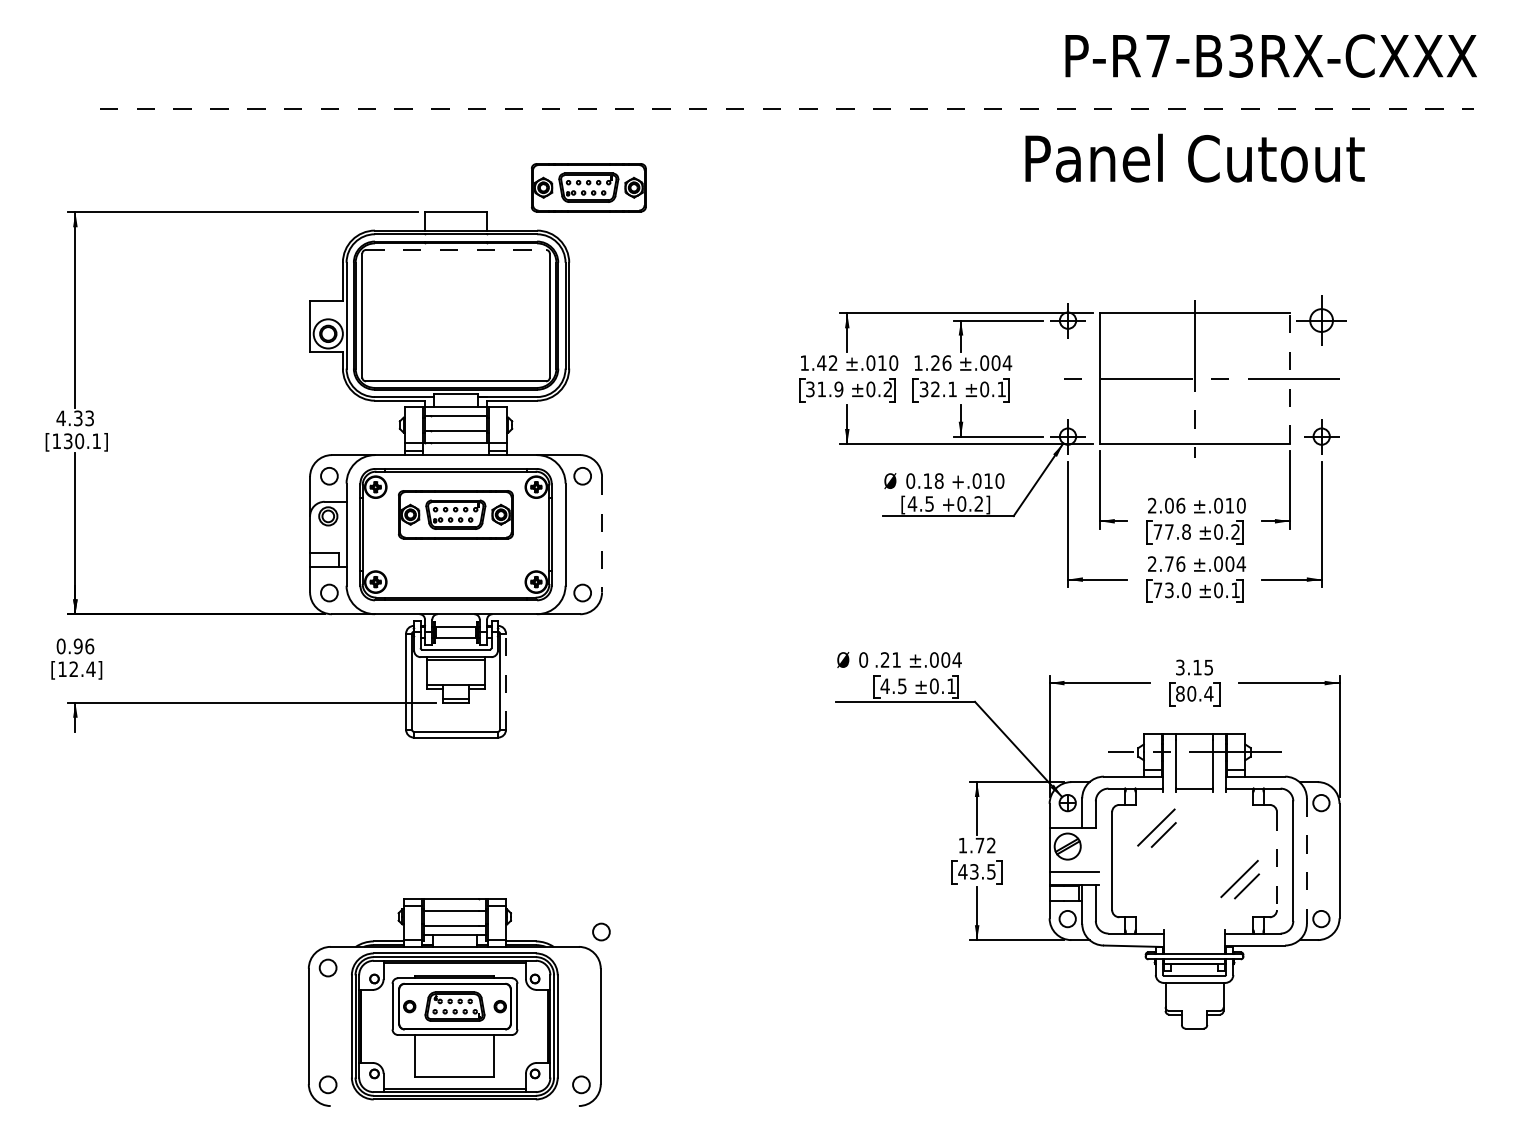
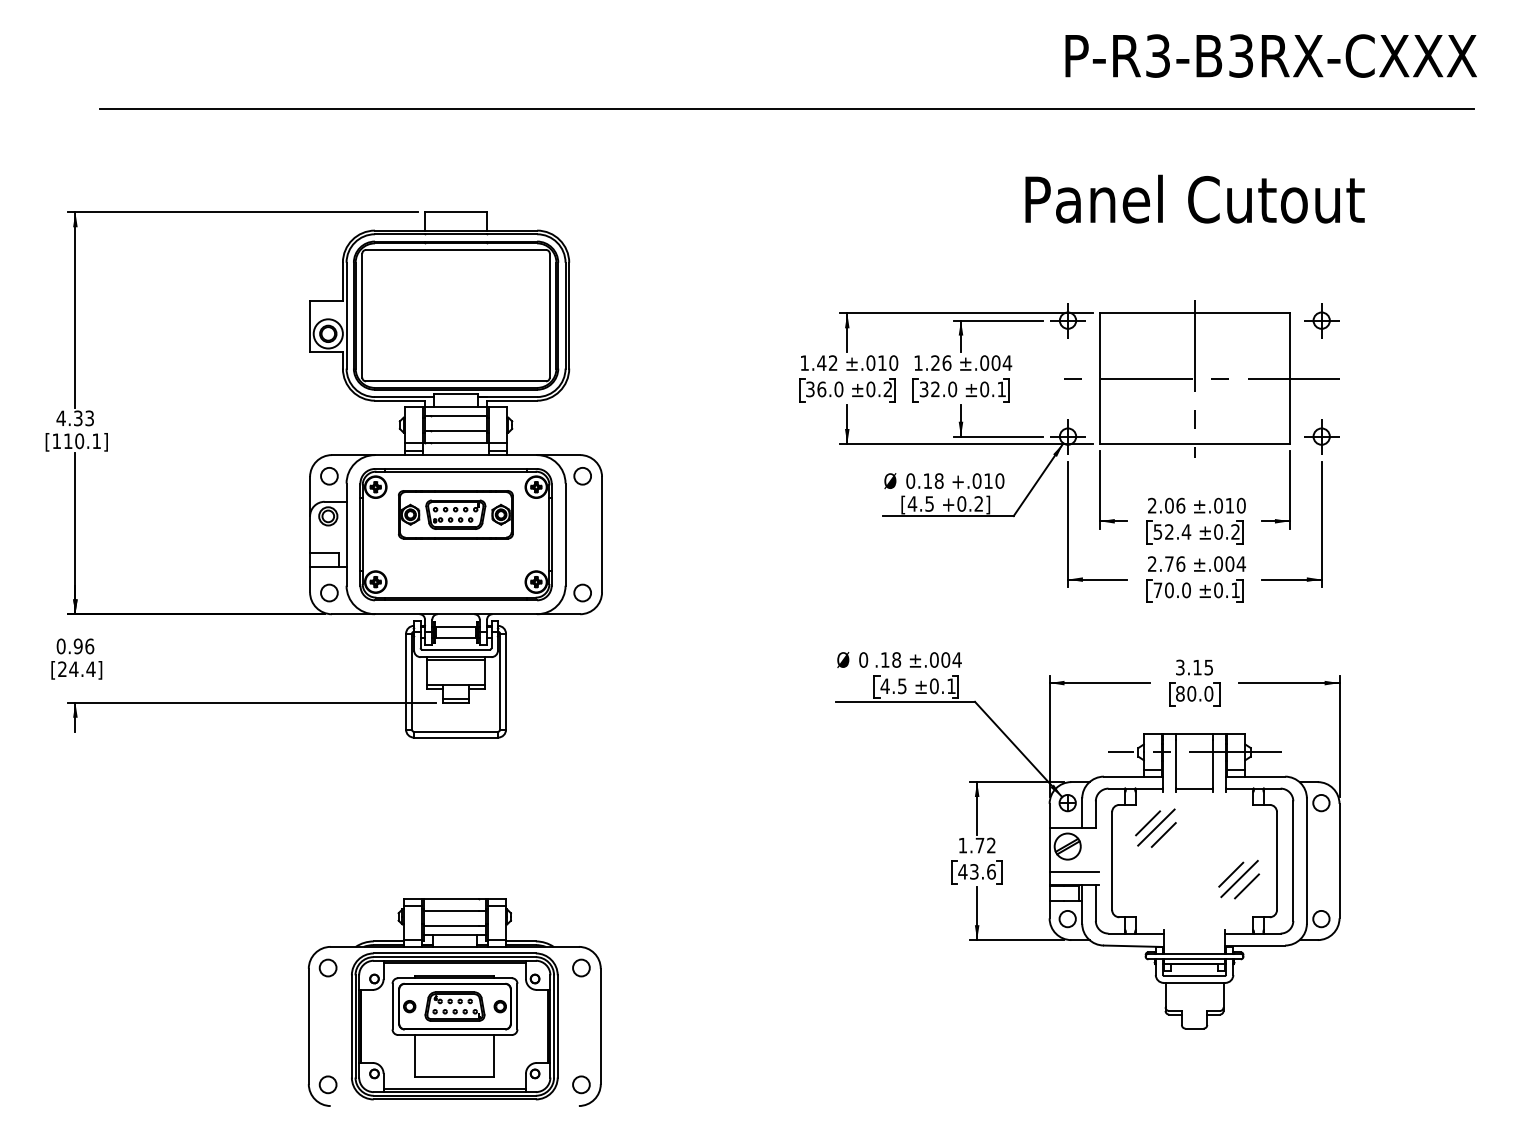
text at (1157, 55): P-R7-B3RX-CXXX -> P-R3-B3RX-CXXX
line at (787, 109): dashed -> solid
text at (1194, 157) position: (1194, 157) -> (1194, 198)
part at (588, 187): present -> none
line at (456, 249): dashed -> solid
part at (1321, 320) size: 51x51 px -> 36x36 px
line at (1289, 378): dashed -> solid
text at (830, 389): 31.9 -> 36.0
text at (952, 389): 32.1 -> 32.0
text at (68, 441): [130.1] -> [110.1]
text at (1172, 531): 77.8 -> 52.4
line at (602, 534): dashed -> solid
text at (1169, 590): 73.0 -> 70.0
text at (890, 659): .21 -> .18
text at (68, 668): [12.4] -> [24.4]
line at (506, 681): dashed -> solid
text at (1208, 693): 80.4 -> 80.0
line at (1148, 823): none -> present
line at (1277, 861): dashed -> solid
line at (1306, 861): dashed -> solid
text at (991, 871): 43.5 -> 43.6
line at (1231, 874): none -> present
circle at (601, 931) position: (601, 931) -> (581, 967)
